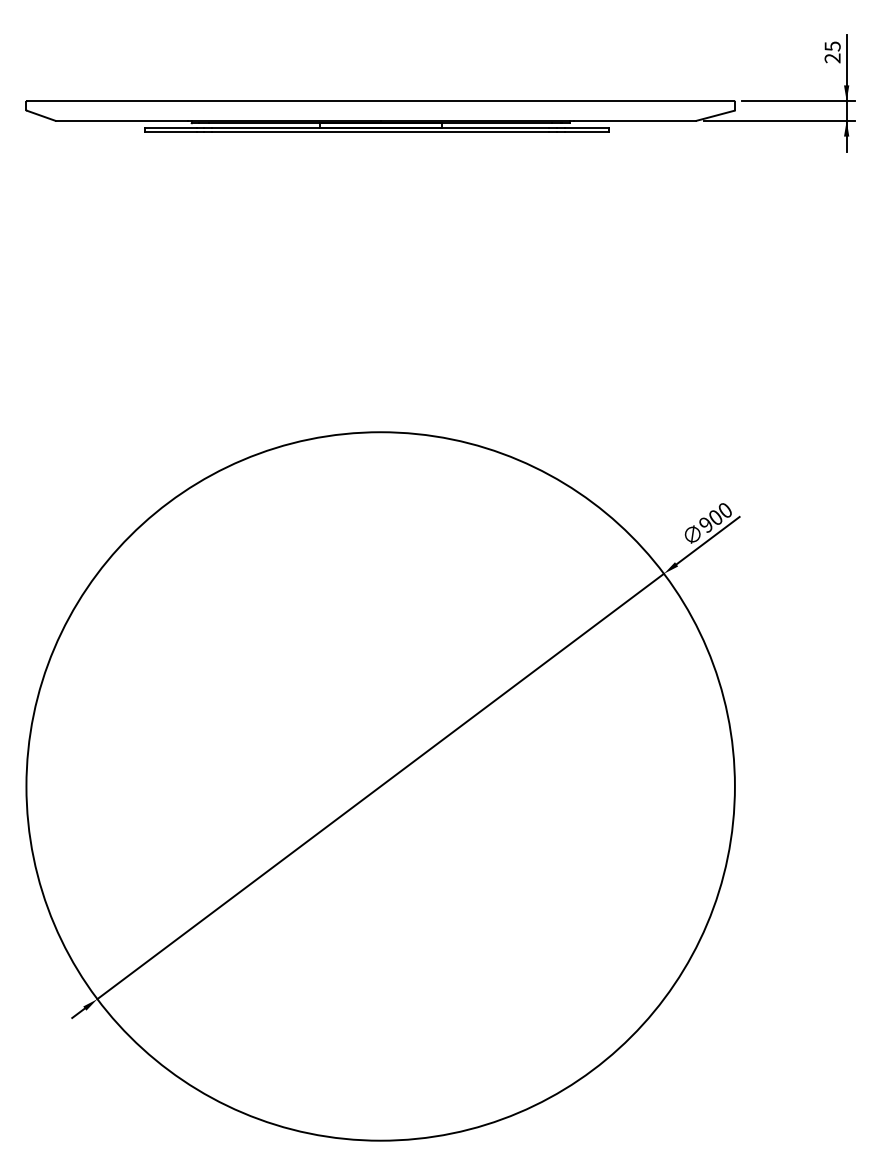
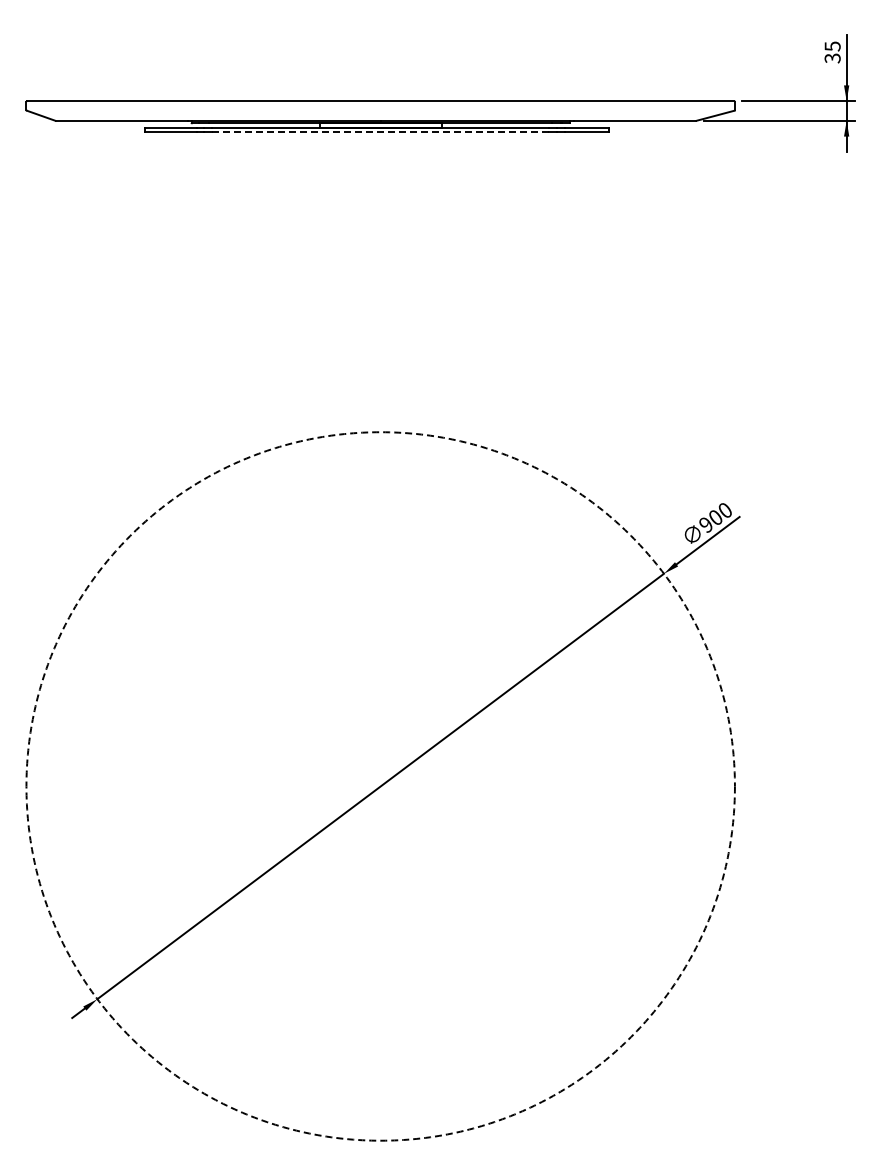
text at (832, 58): 25 -> 35
line at (381, 132): solid -> dashed
circle at (380, 786): solid -> dashed
